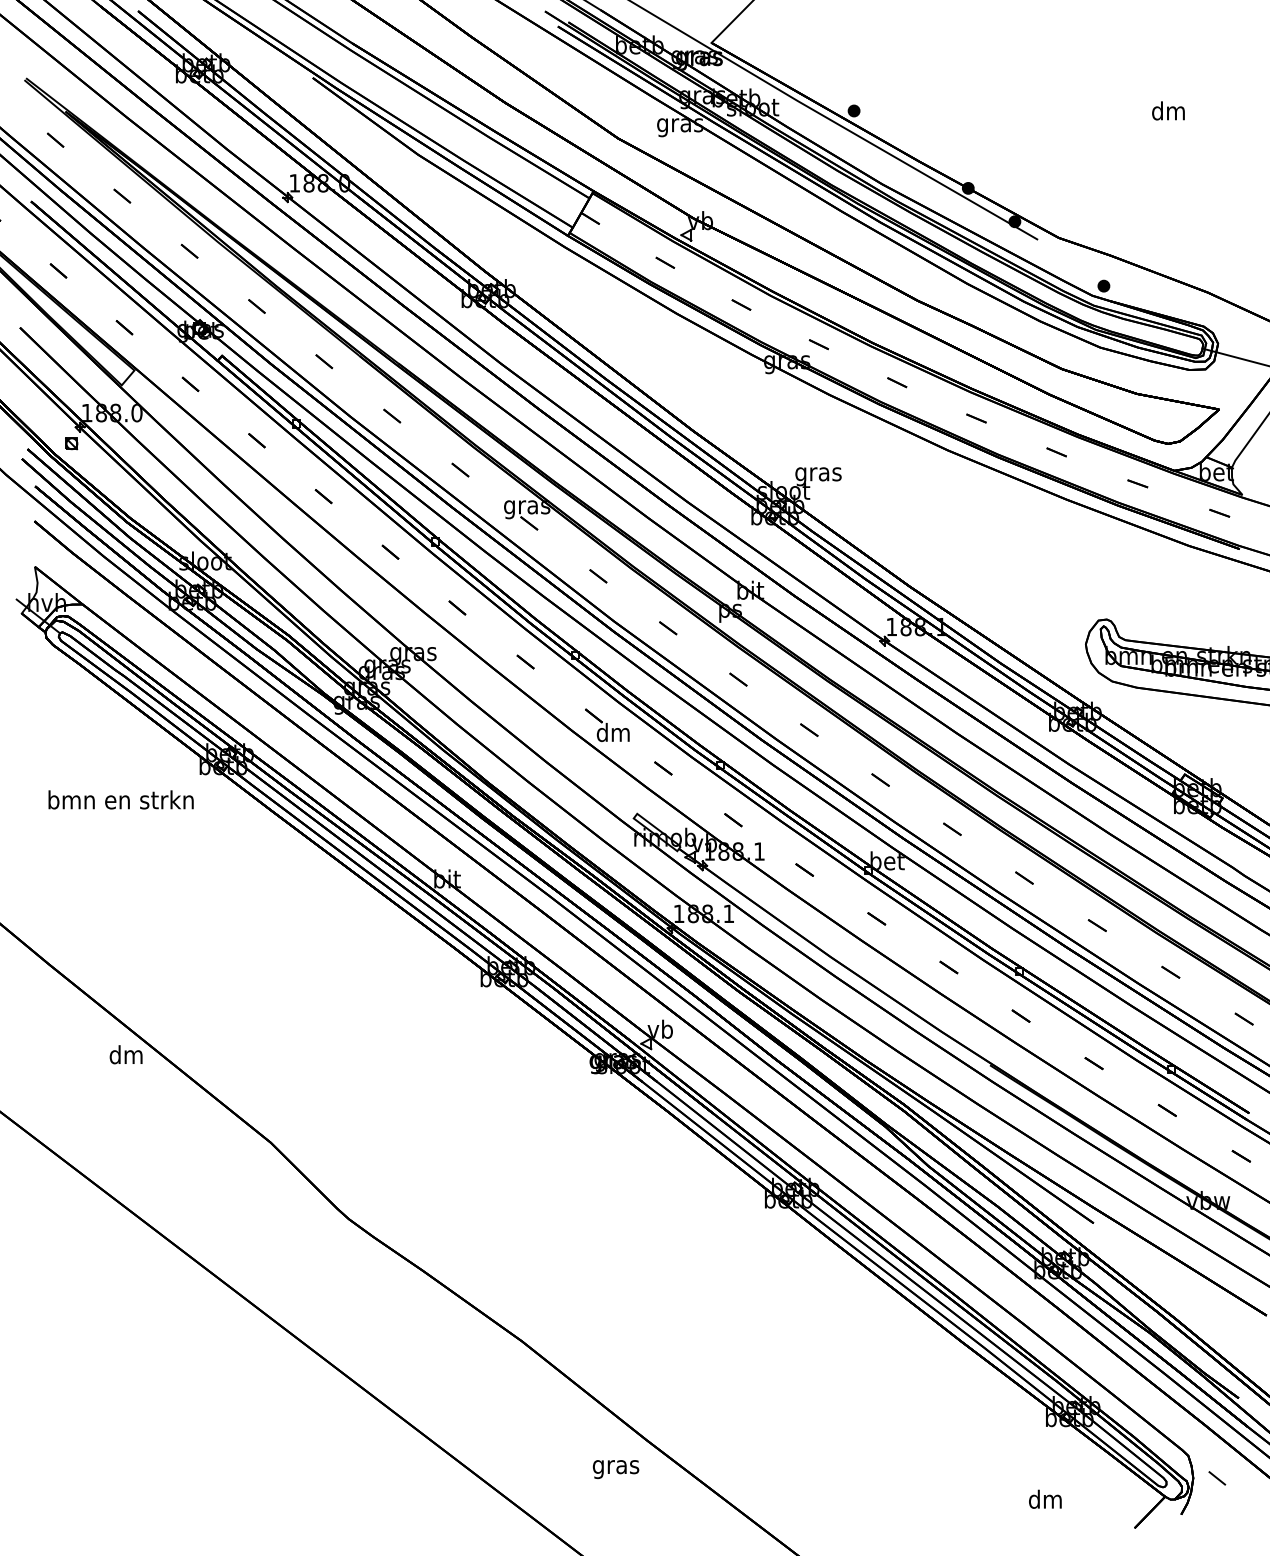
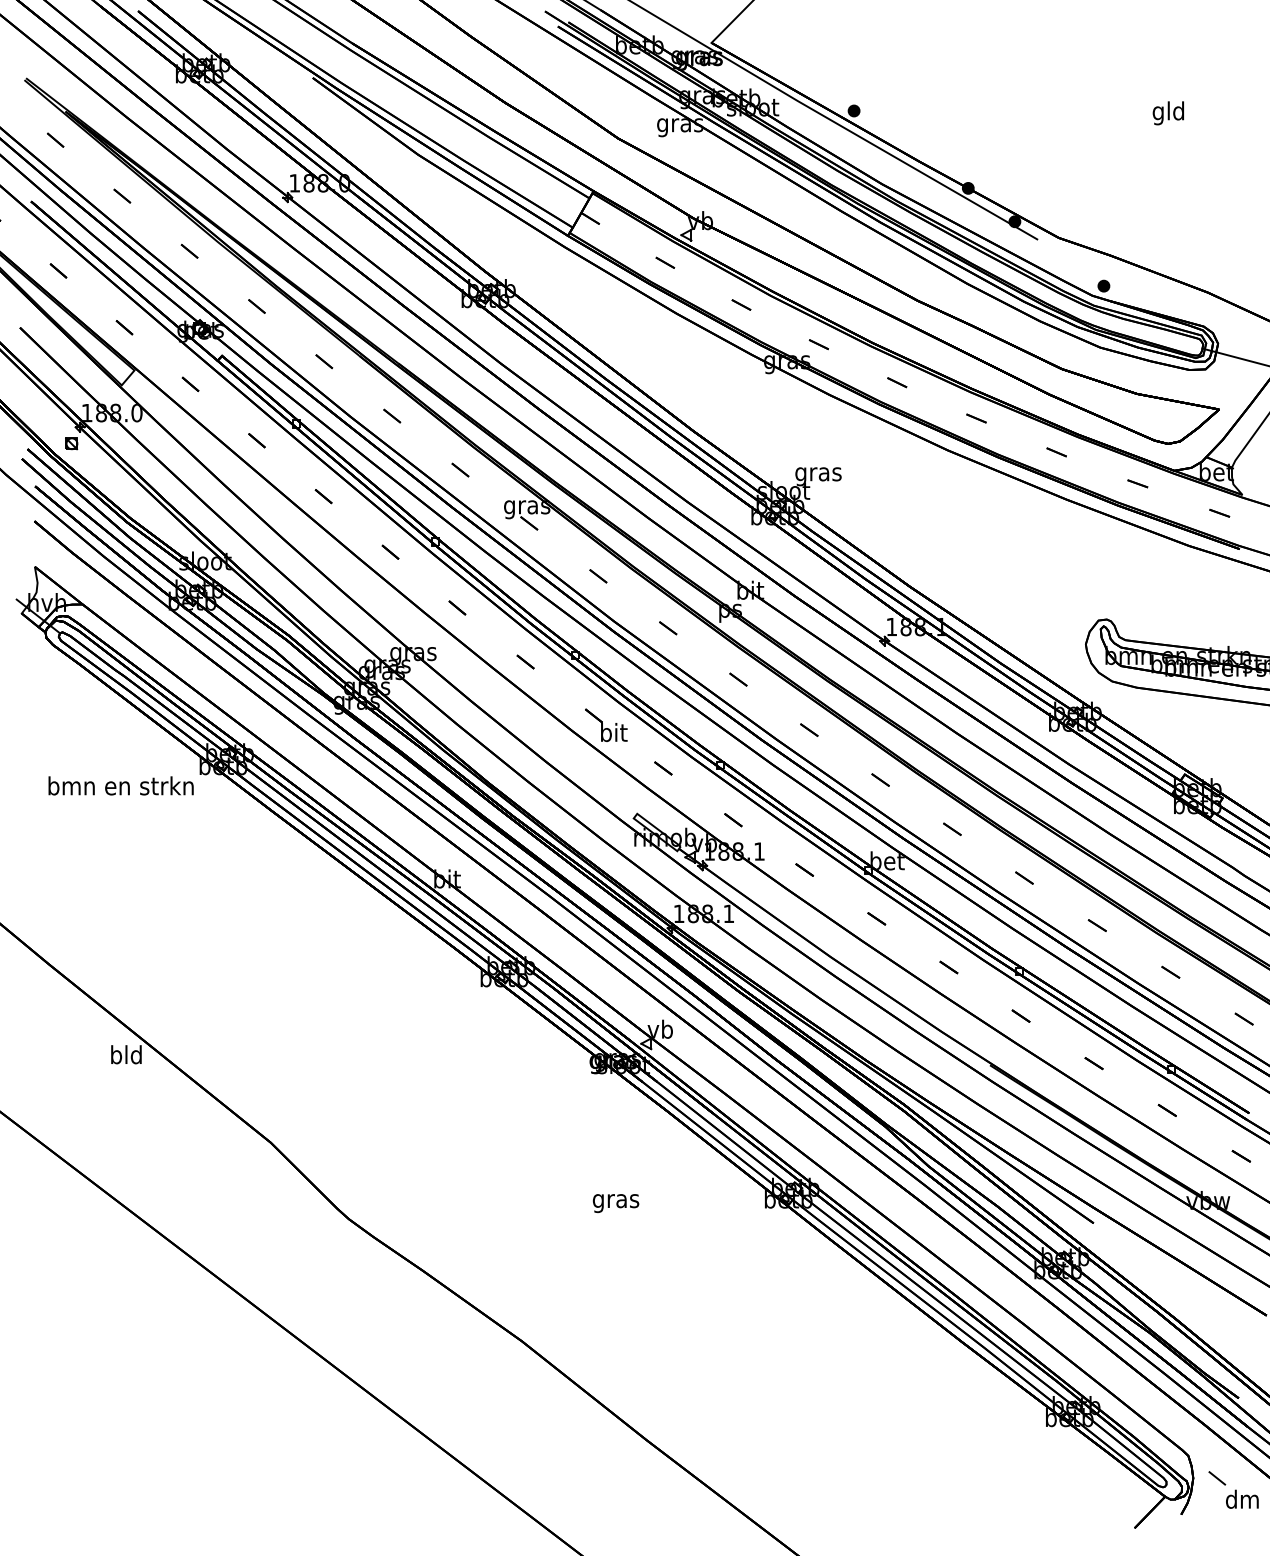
text at (1168, 113): dm -> gld
text at (612, 732): dm -> bit
text at (120, 799) position: (120, 799) -> (120, 785)
text at (125, 1054): dm -> bld
text at (616, 1469) position: (616, 1469) -> (616, 1203)
text at (1045, 1498) position: (1045, 1498) -> (1242, 1498)
